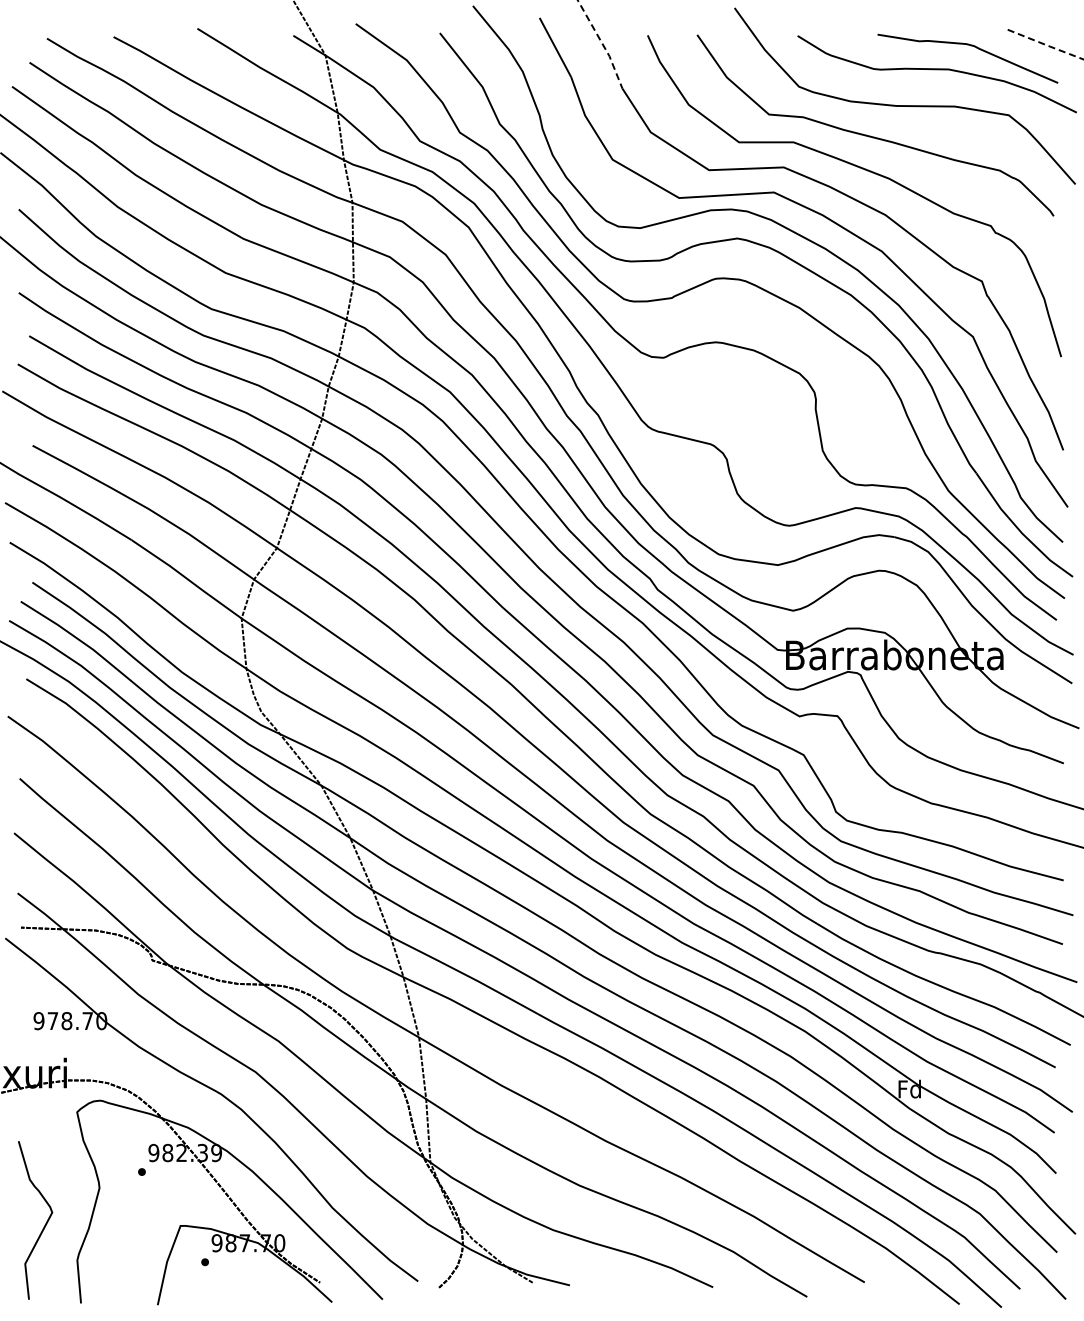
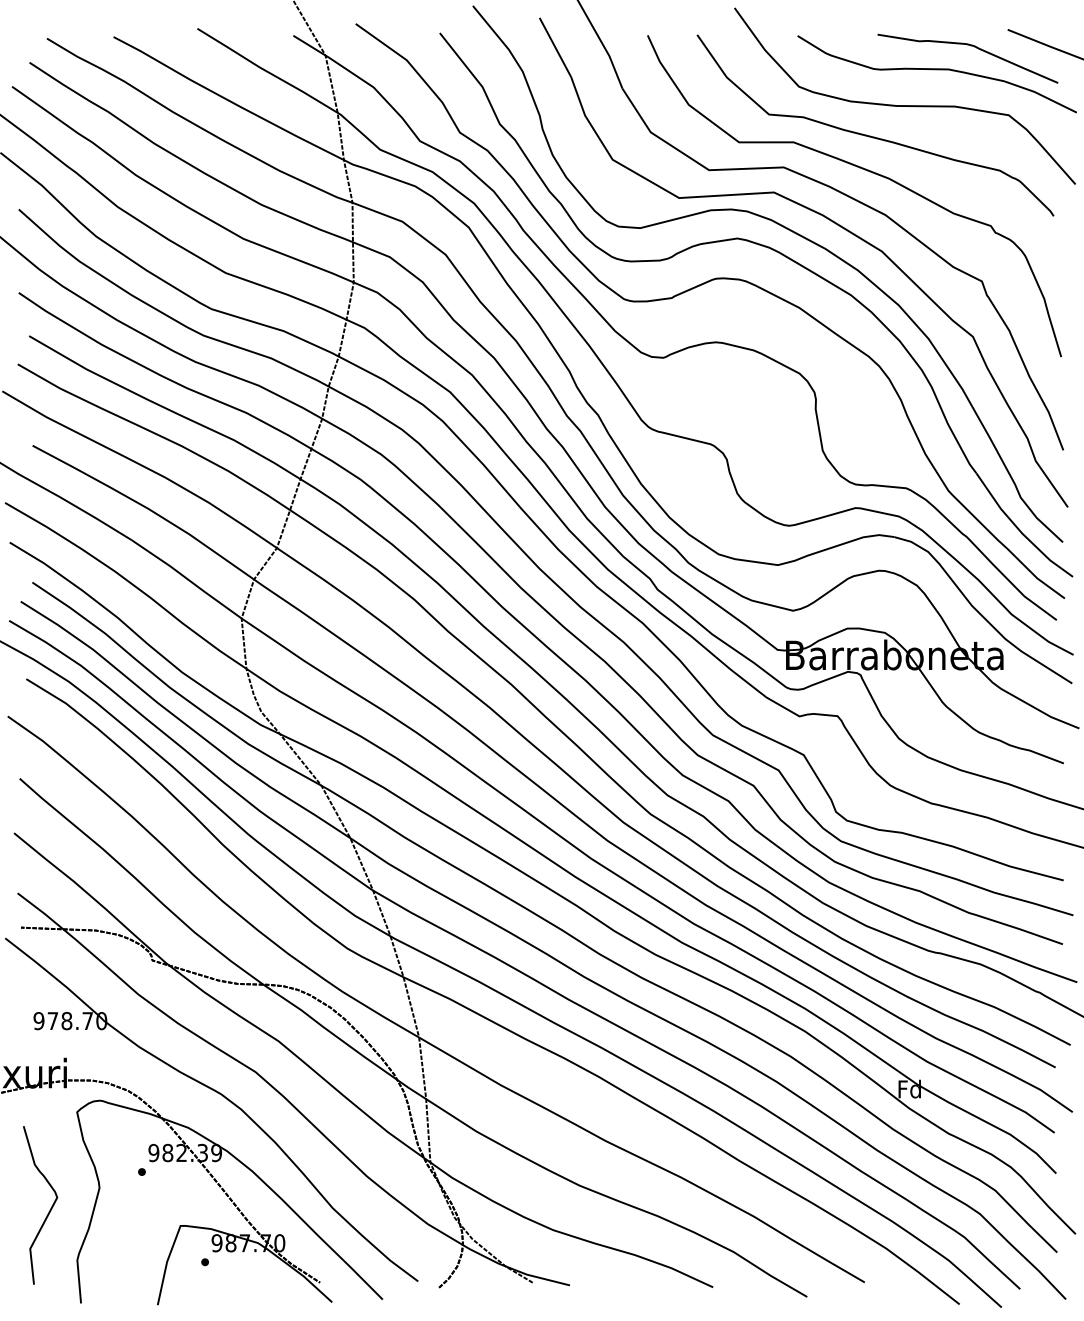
line at (602, 44): dashed -> solid
line at (1046, 45): dashed -> solid
curve at (43, 1226) position: (43, 1226) -> (48, 1211)
